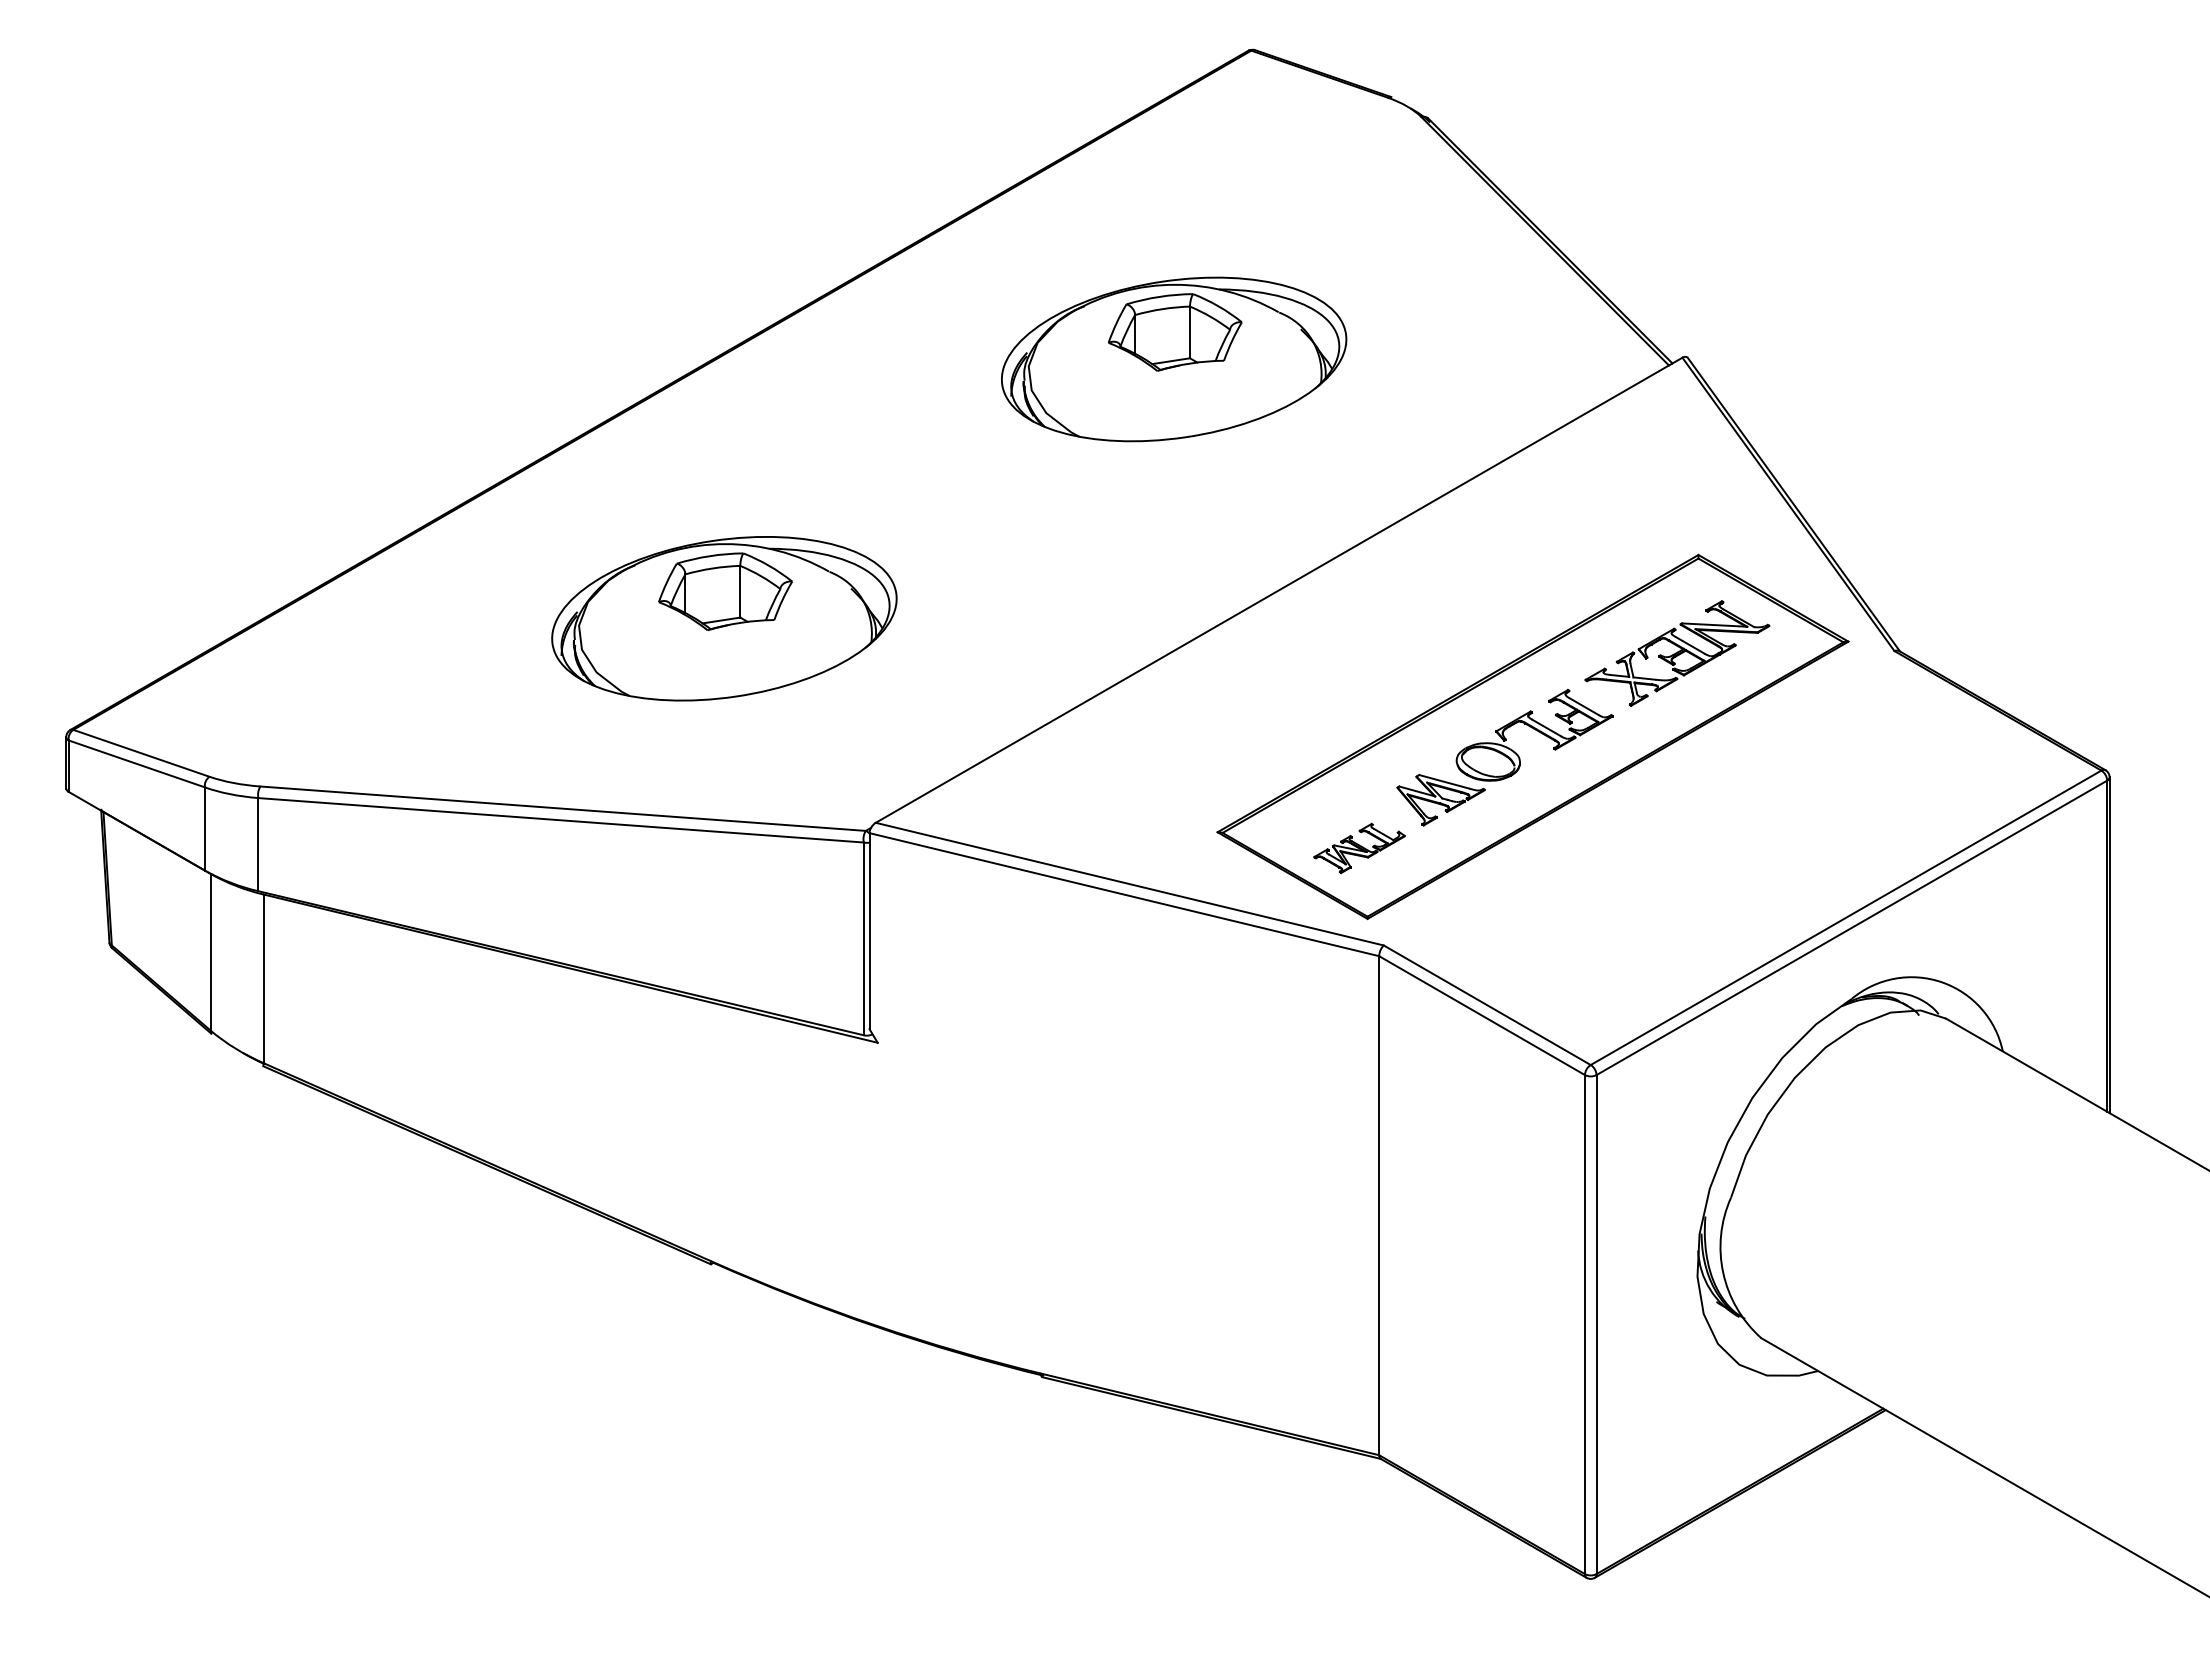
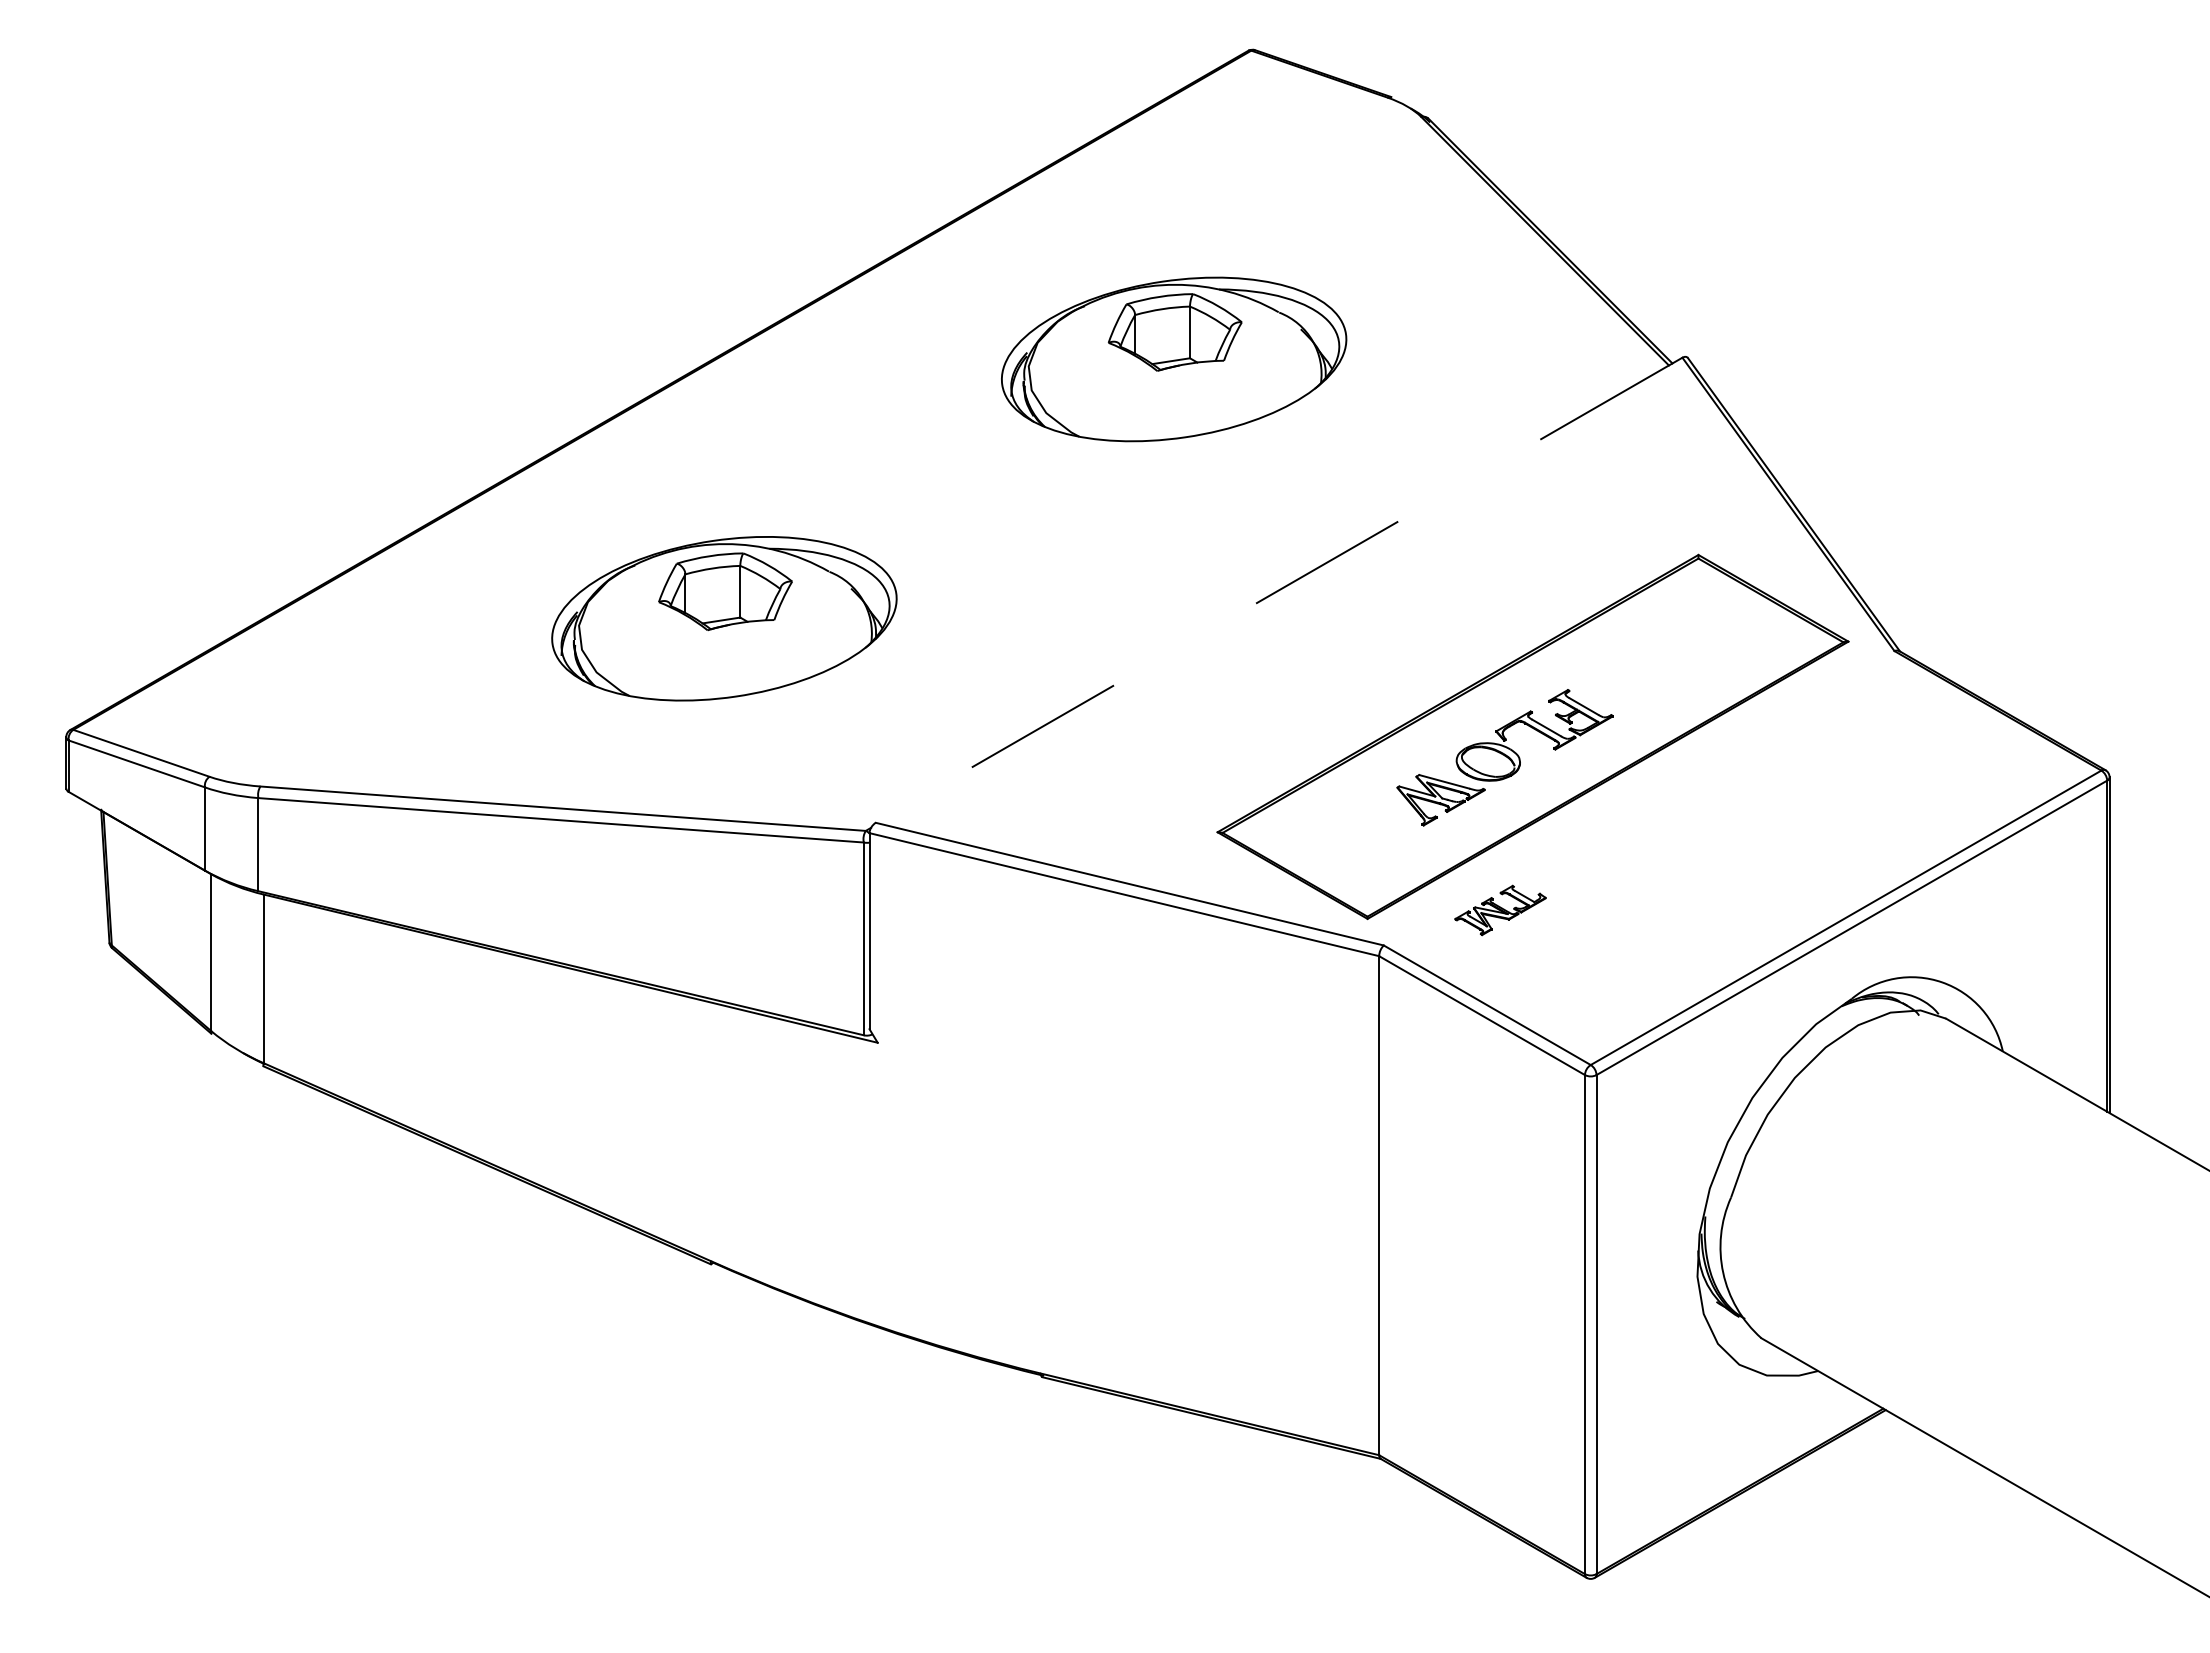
line at (1279, 590): solid -> dashed
part at (1677, 653): present -> none
part at (1359, 848) position: (1359, 848) -> (1500, 910)
